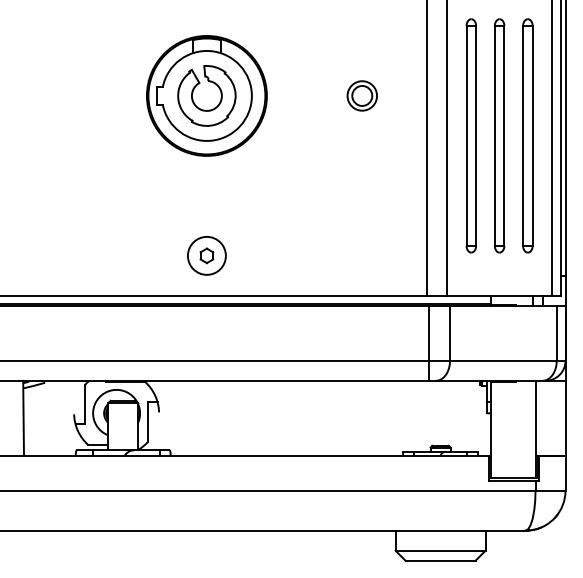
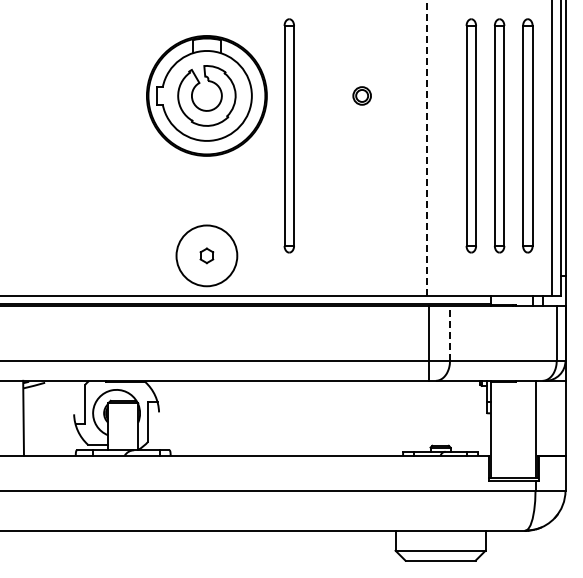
part at (361, 95) size: 32x32 px -> 20x20 px
part at (288, 135): none -> present
line at (427, 147): solid -> dashed
line at (446, 148): present -> none
circle at (206, 255) diameter: 38 px -> 61 px
line at (450, 332): solid -> dashed
